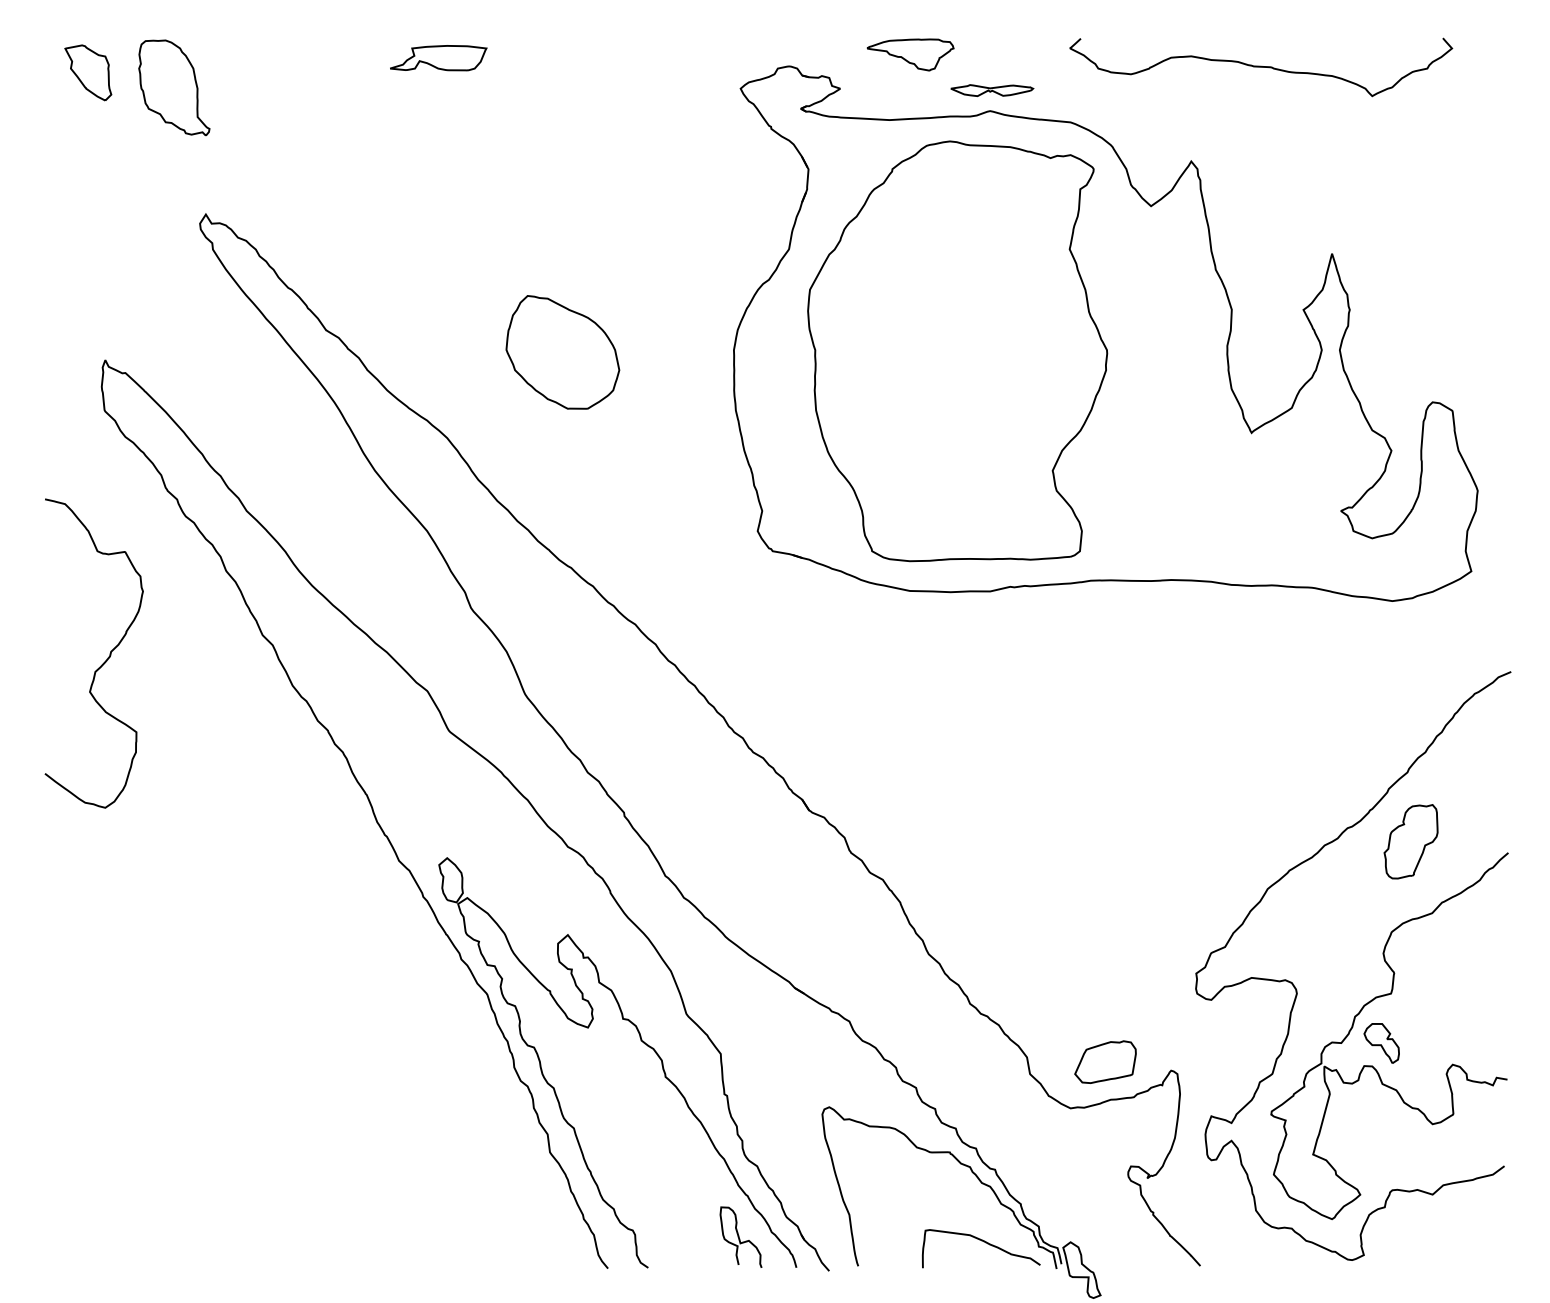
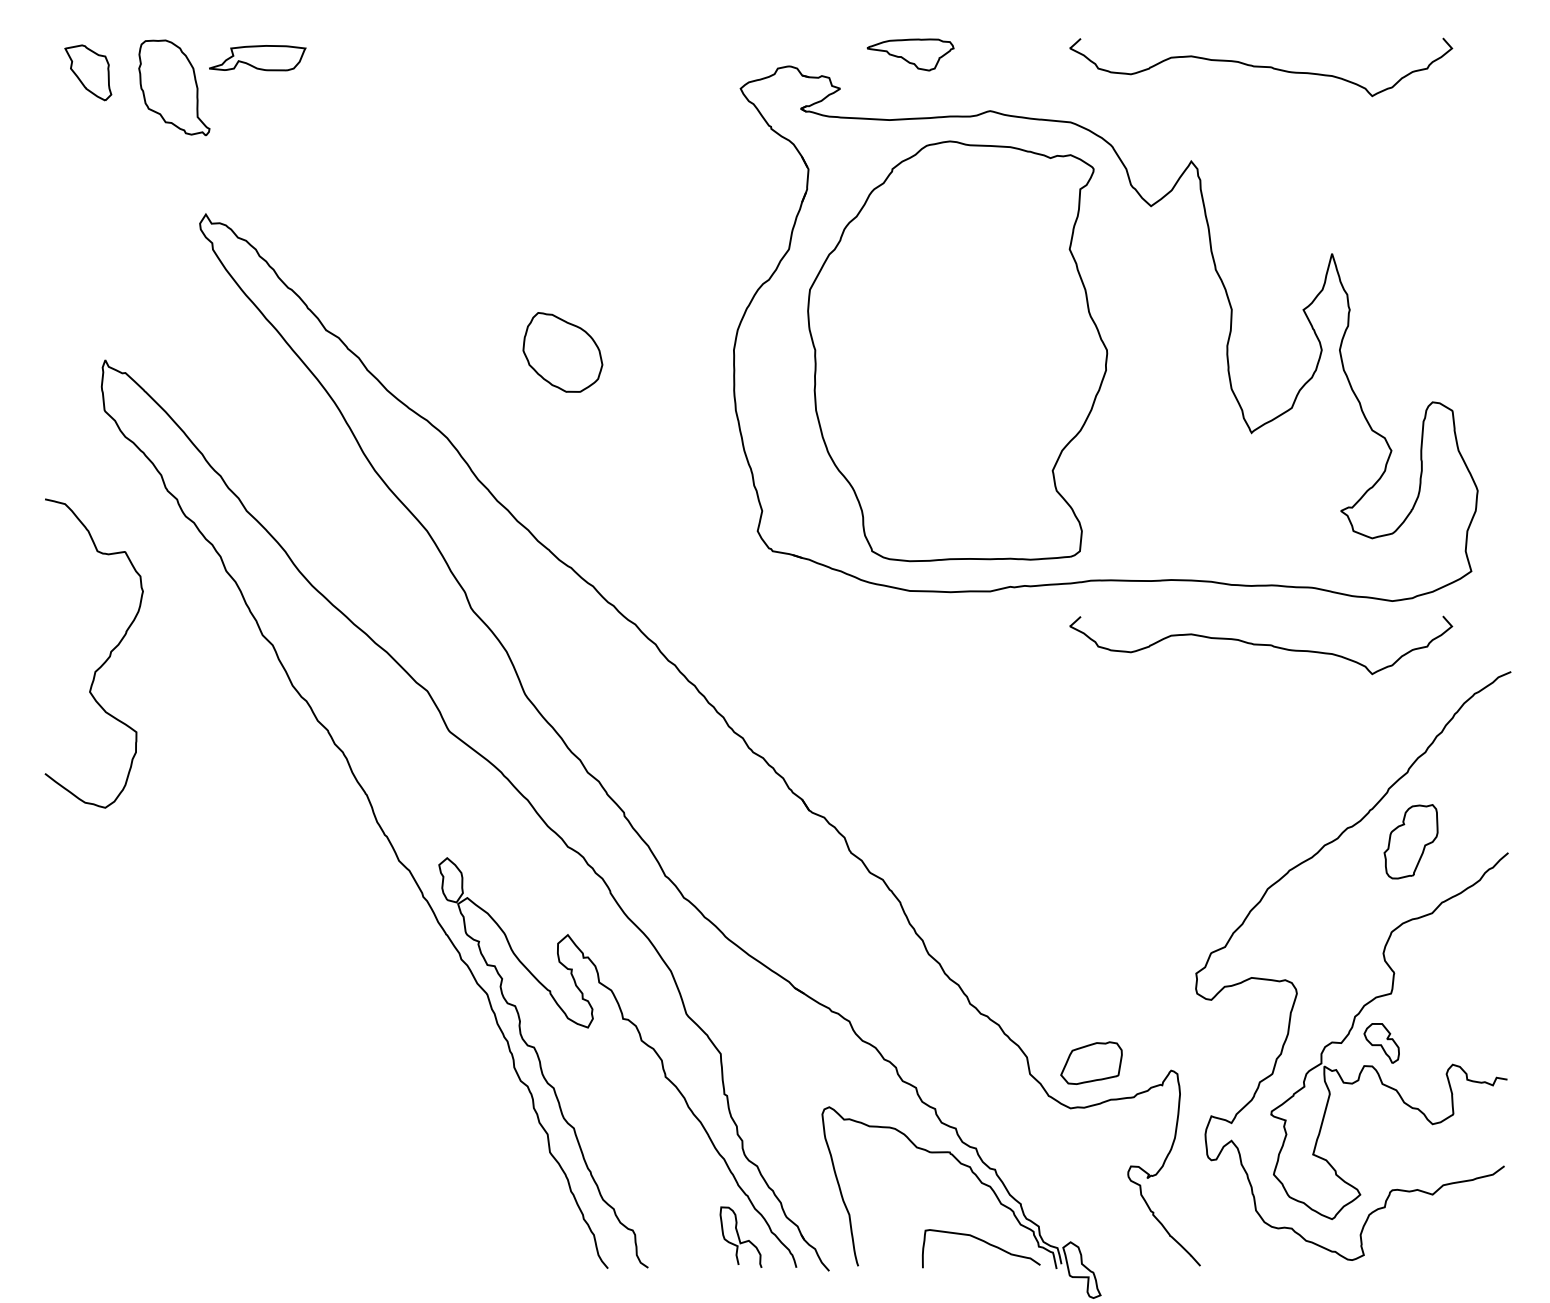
part at (438, 58) position: (438, 58) -> (257, 58)
part at (992, 90): present -> none
part at (562, 352) size: 116x115 px -> 82x81 px
curve at (1261, 645): none -> present
part at (1105, 1061) position: (1105, 1061) -> (1091, 1062)
